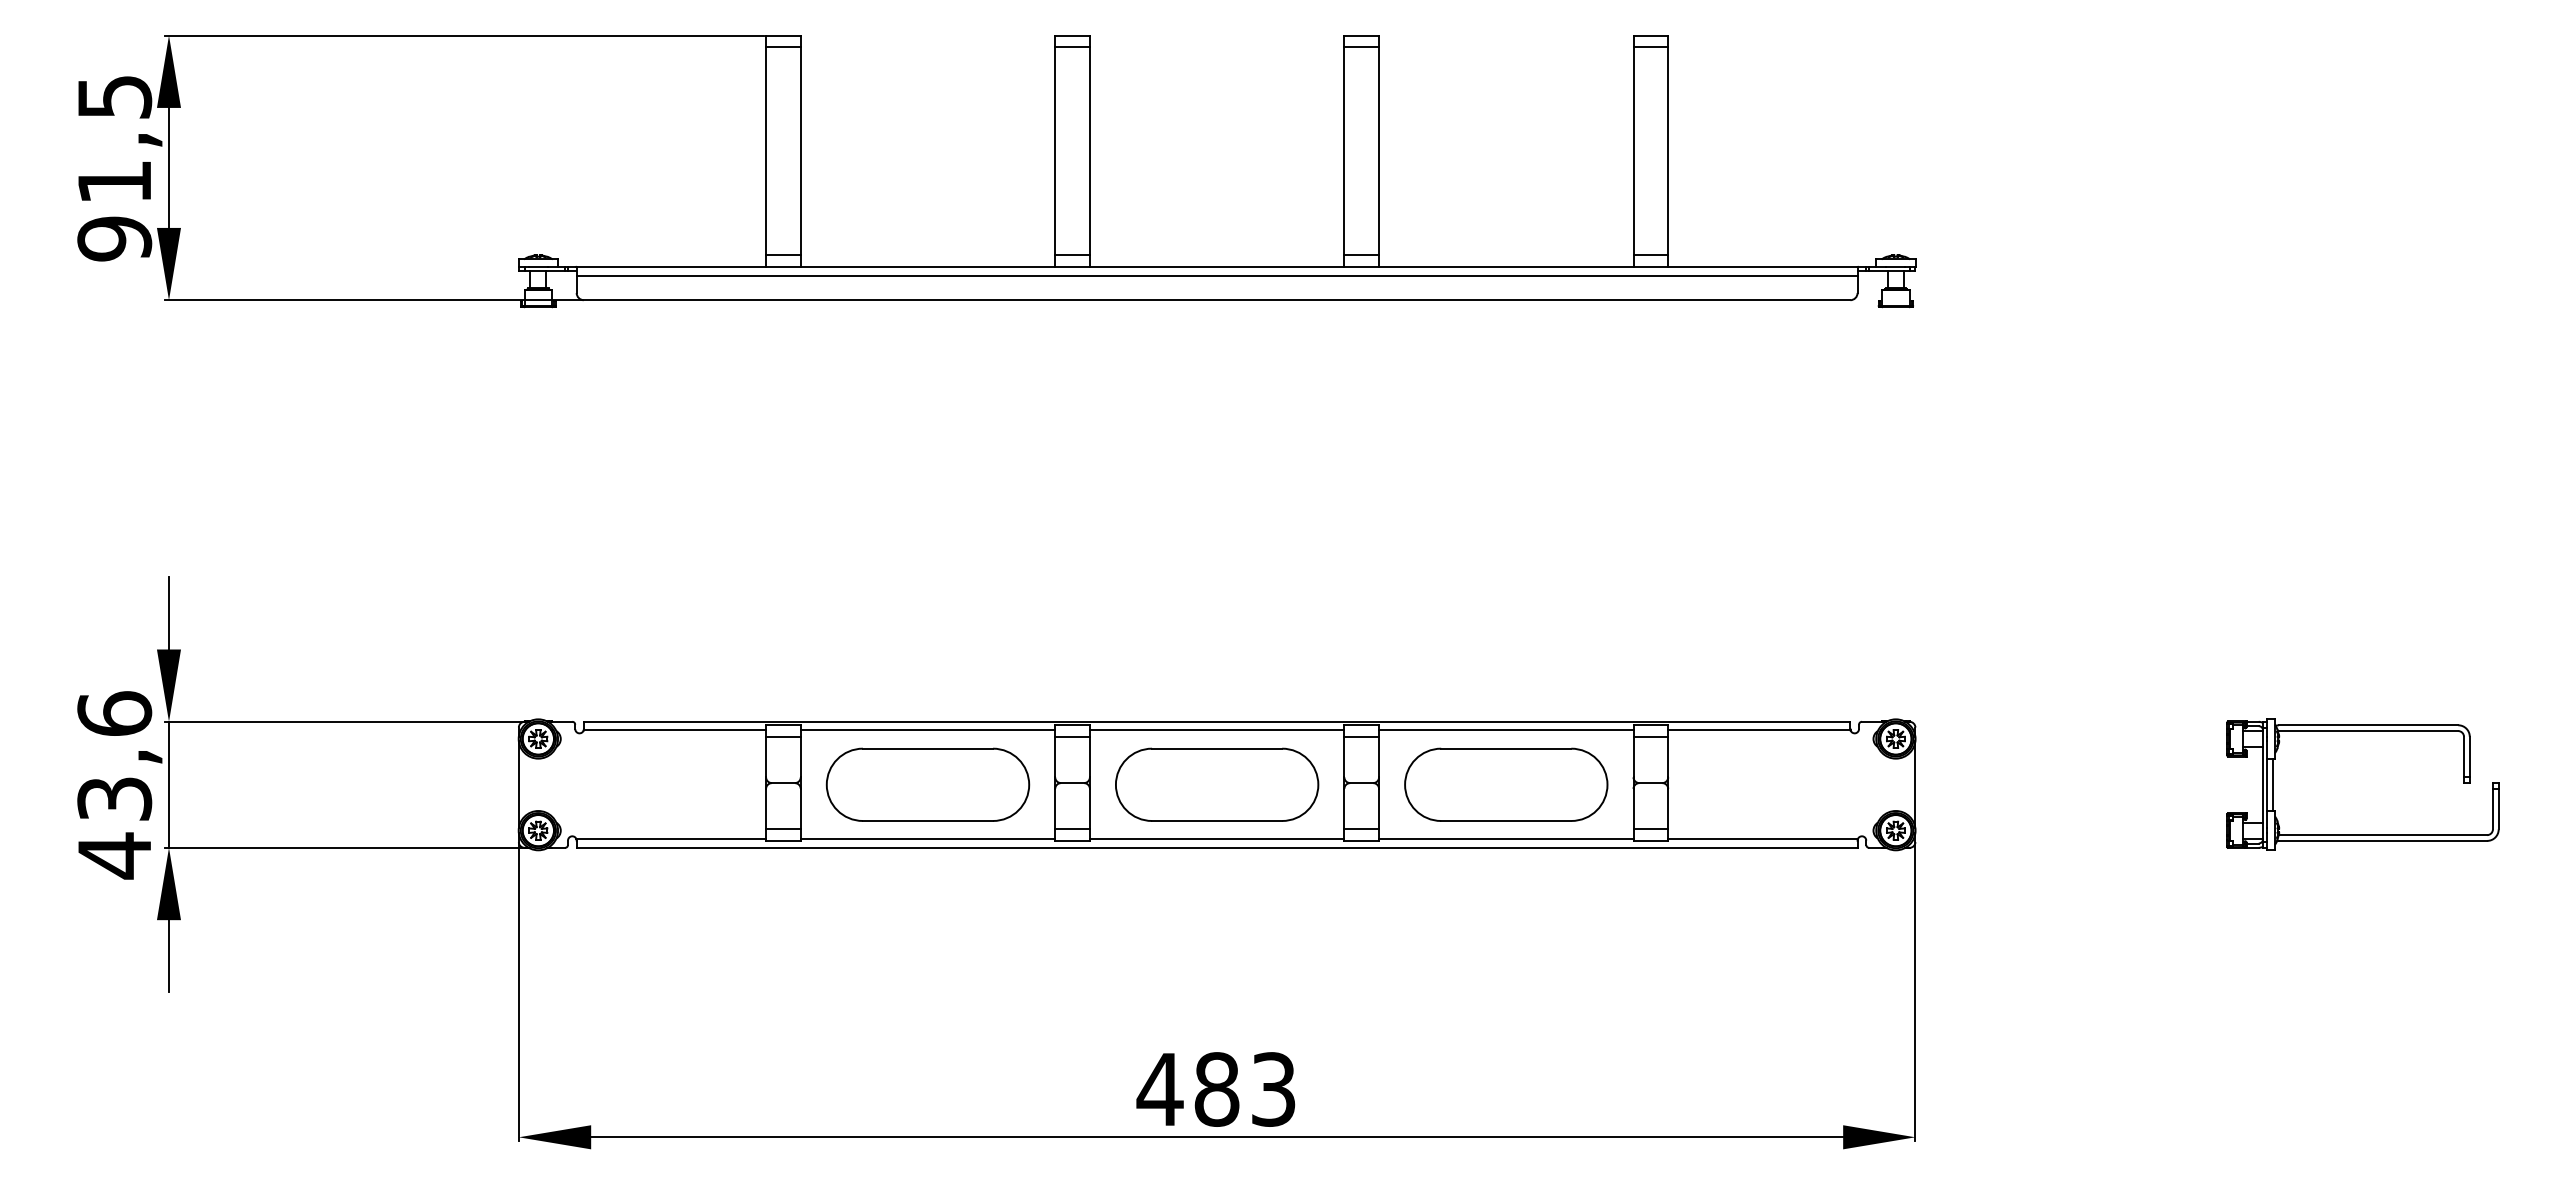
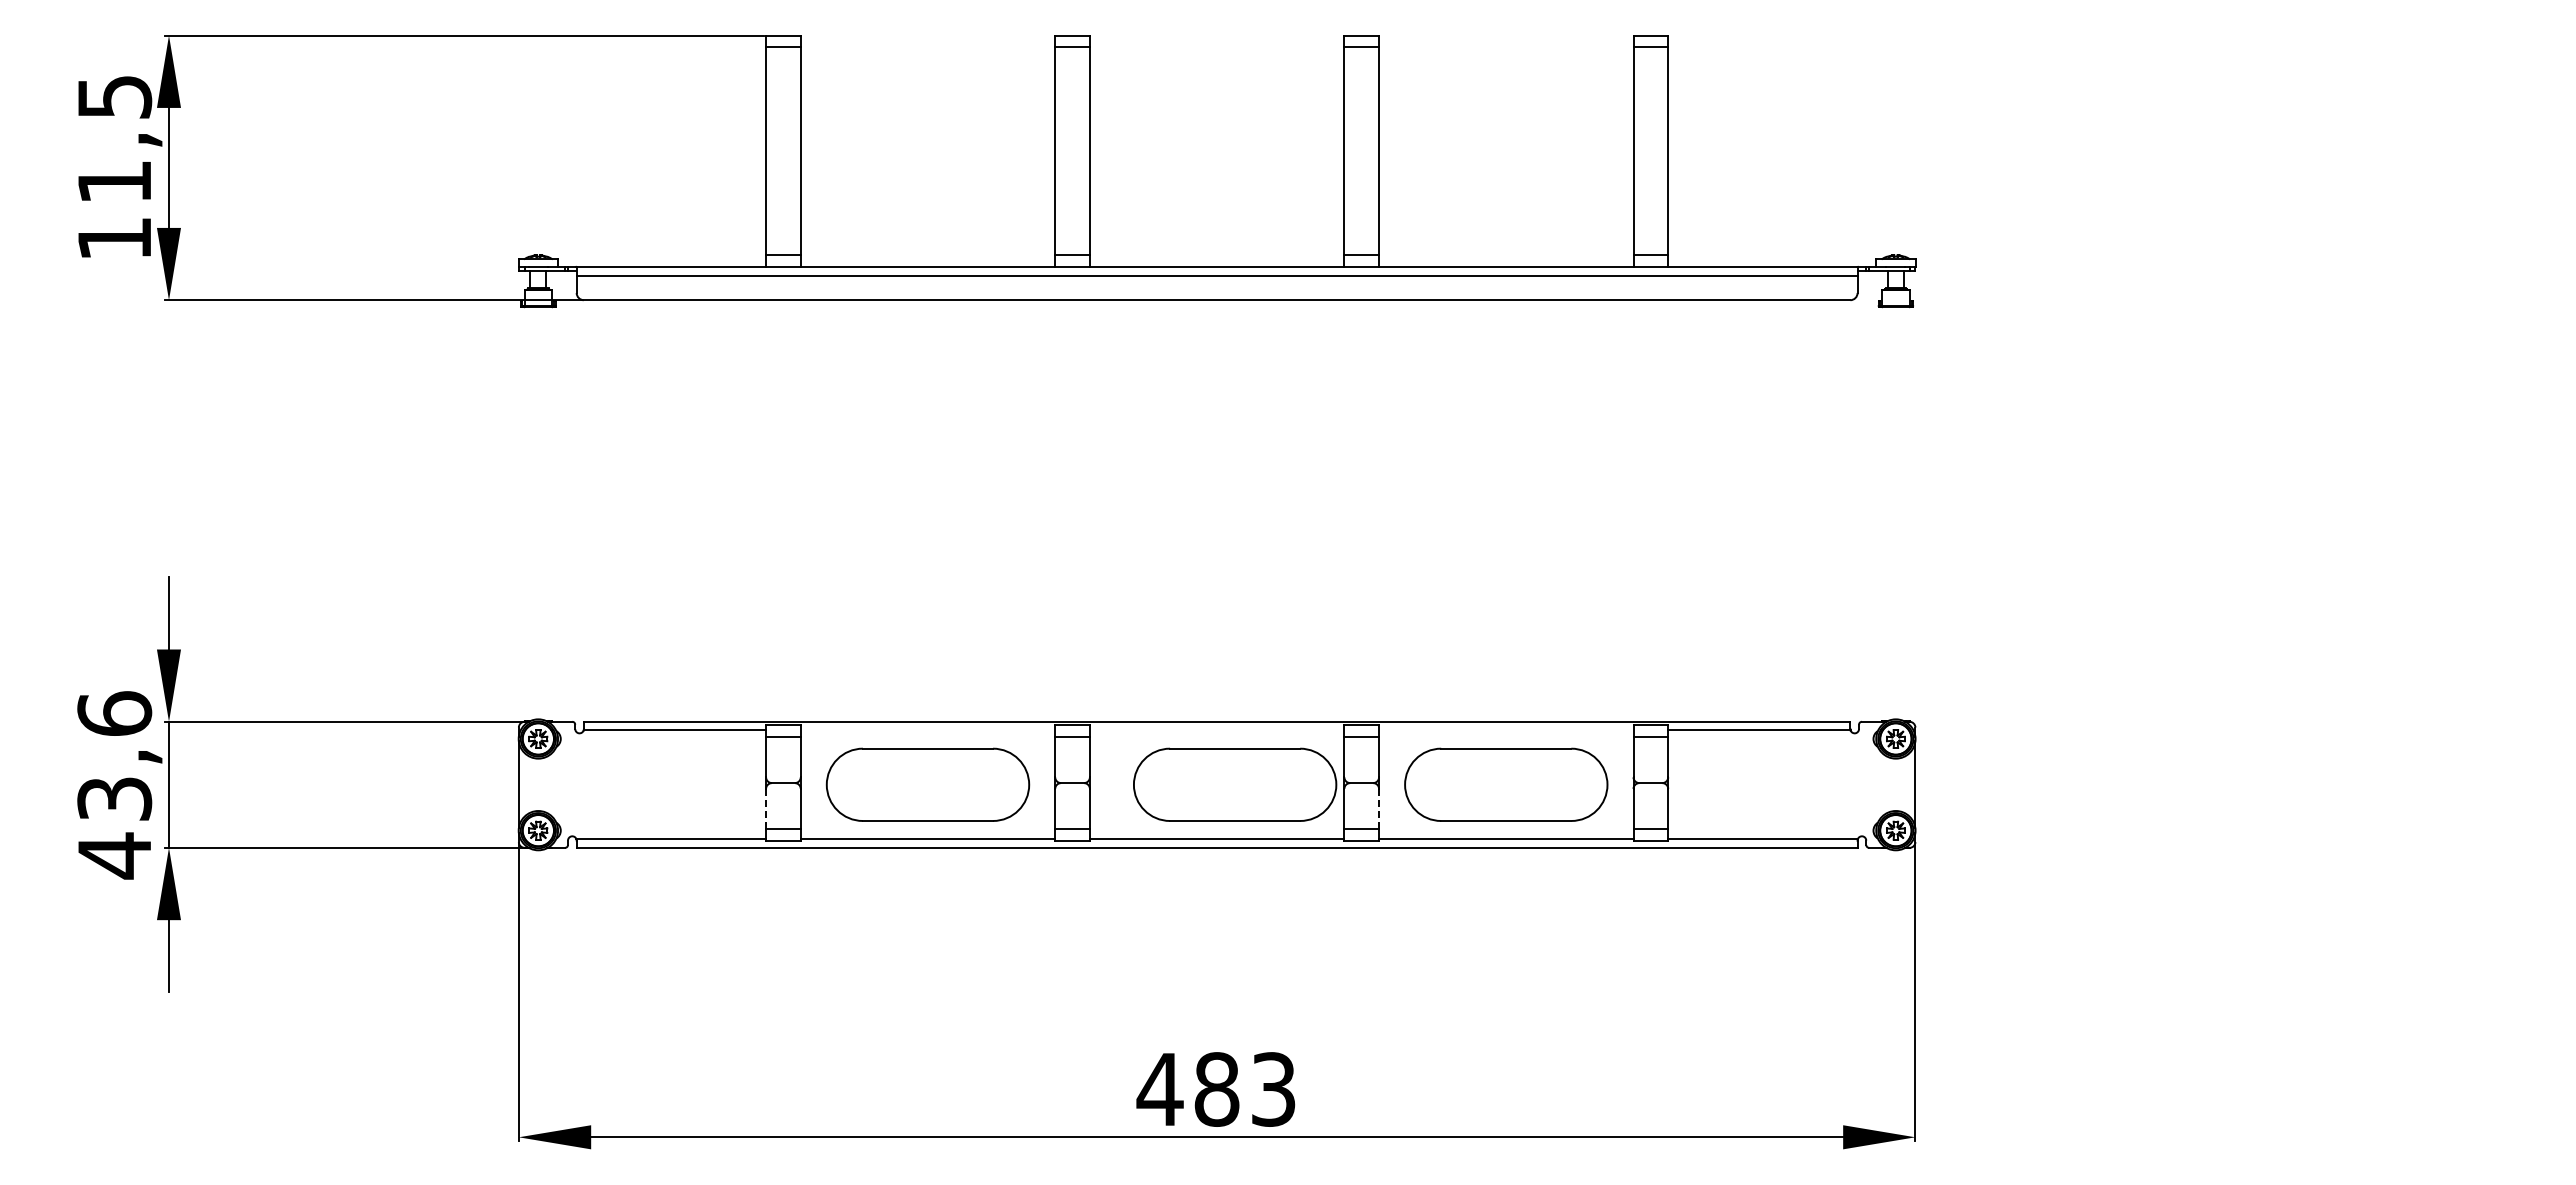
text at (114, 238): 91,5 -> 11,5
line at (927, 730): present -> none
line at (1216, 730): present -> none
line at (1506, 730): present -> none
part at (1217, 784) position: (1217, 784) -> (1235, 784)
line at (766, 808): solid -> dashed
line at (1379, 809): solid -> dashed
part at (2362, 834): present -> none
